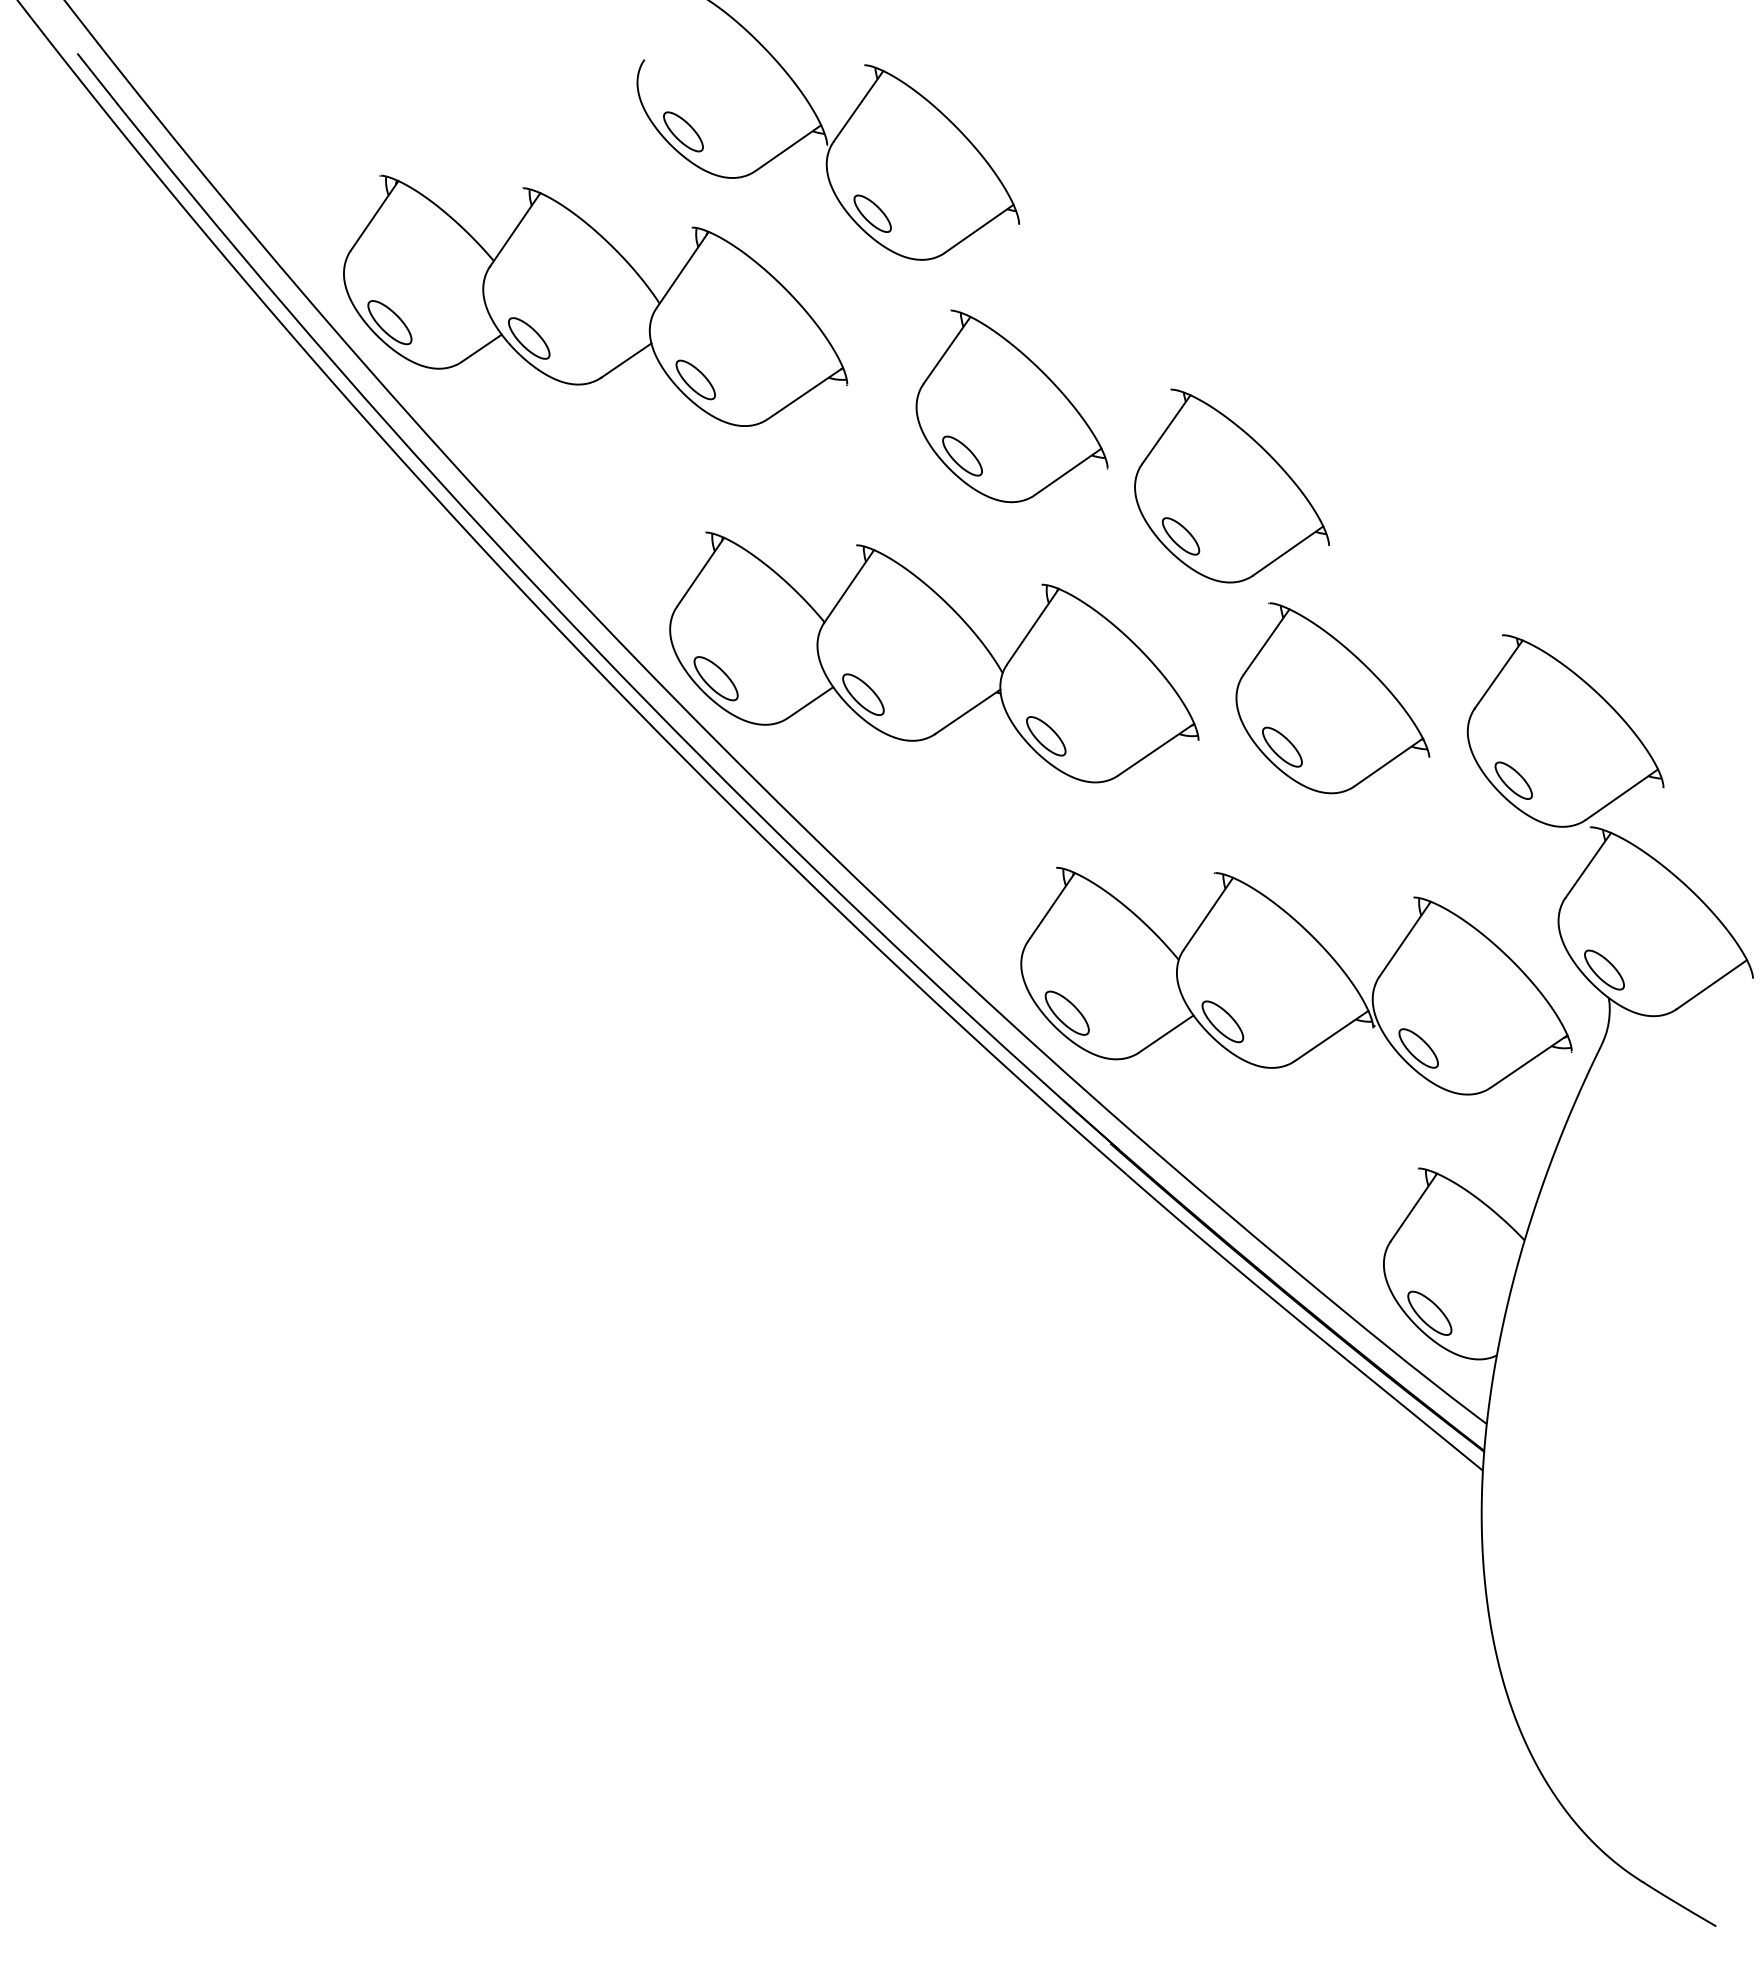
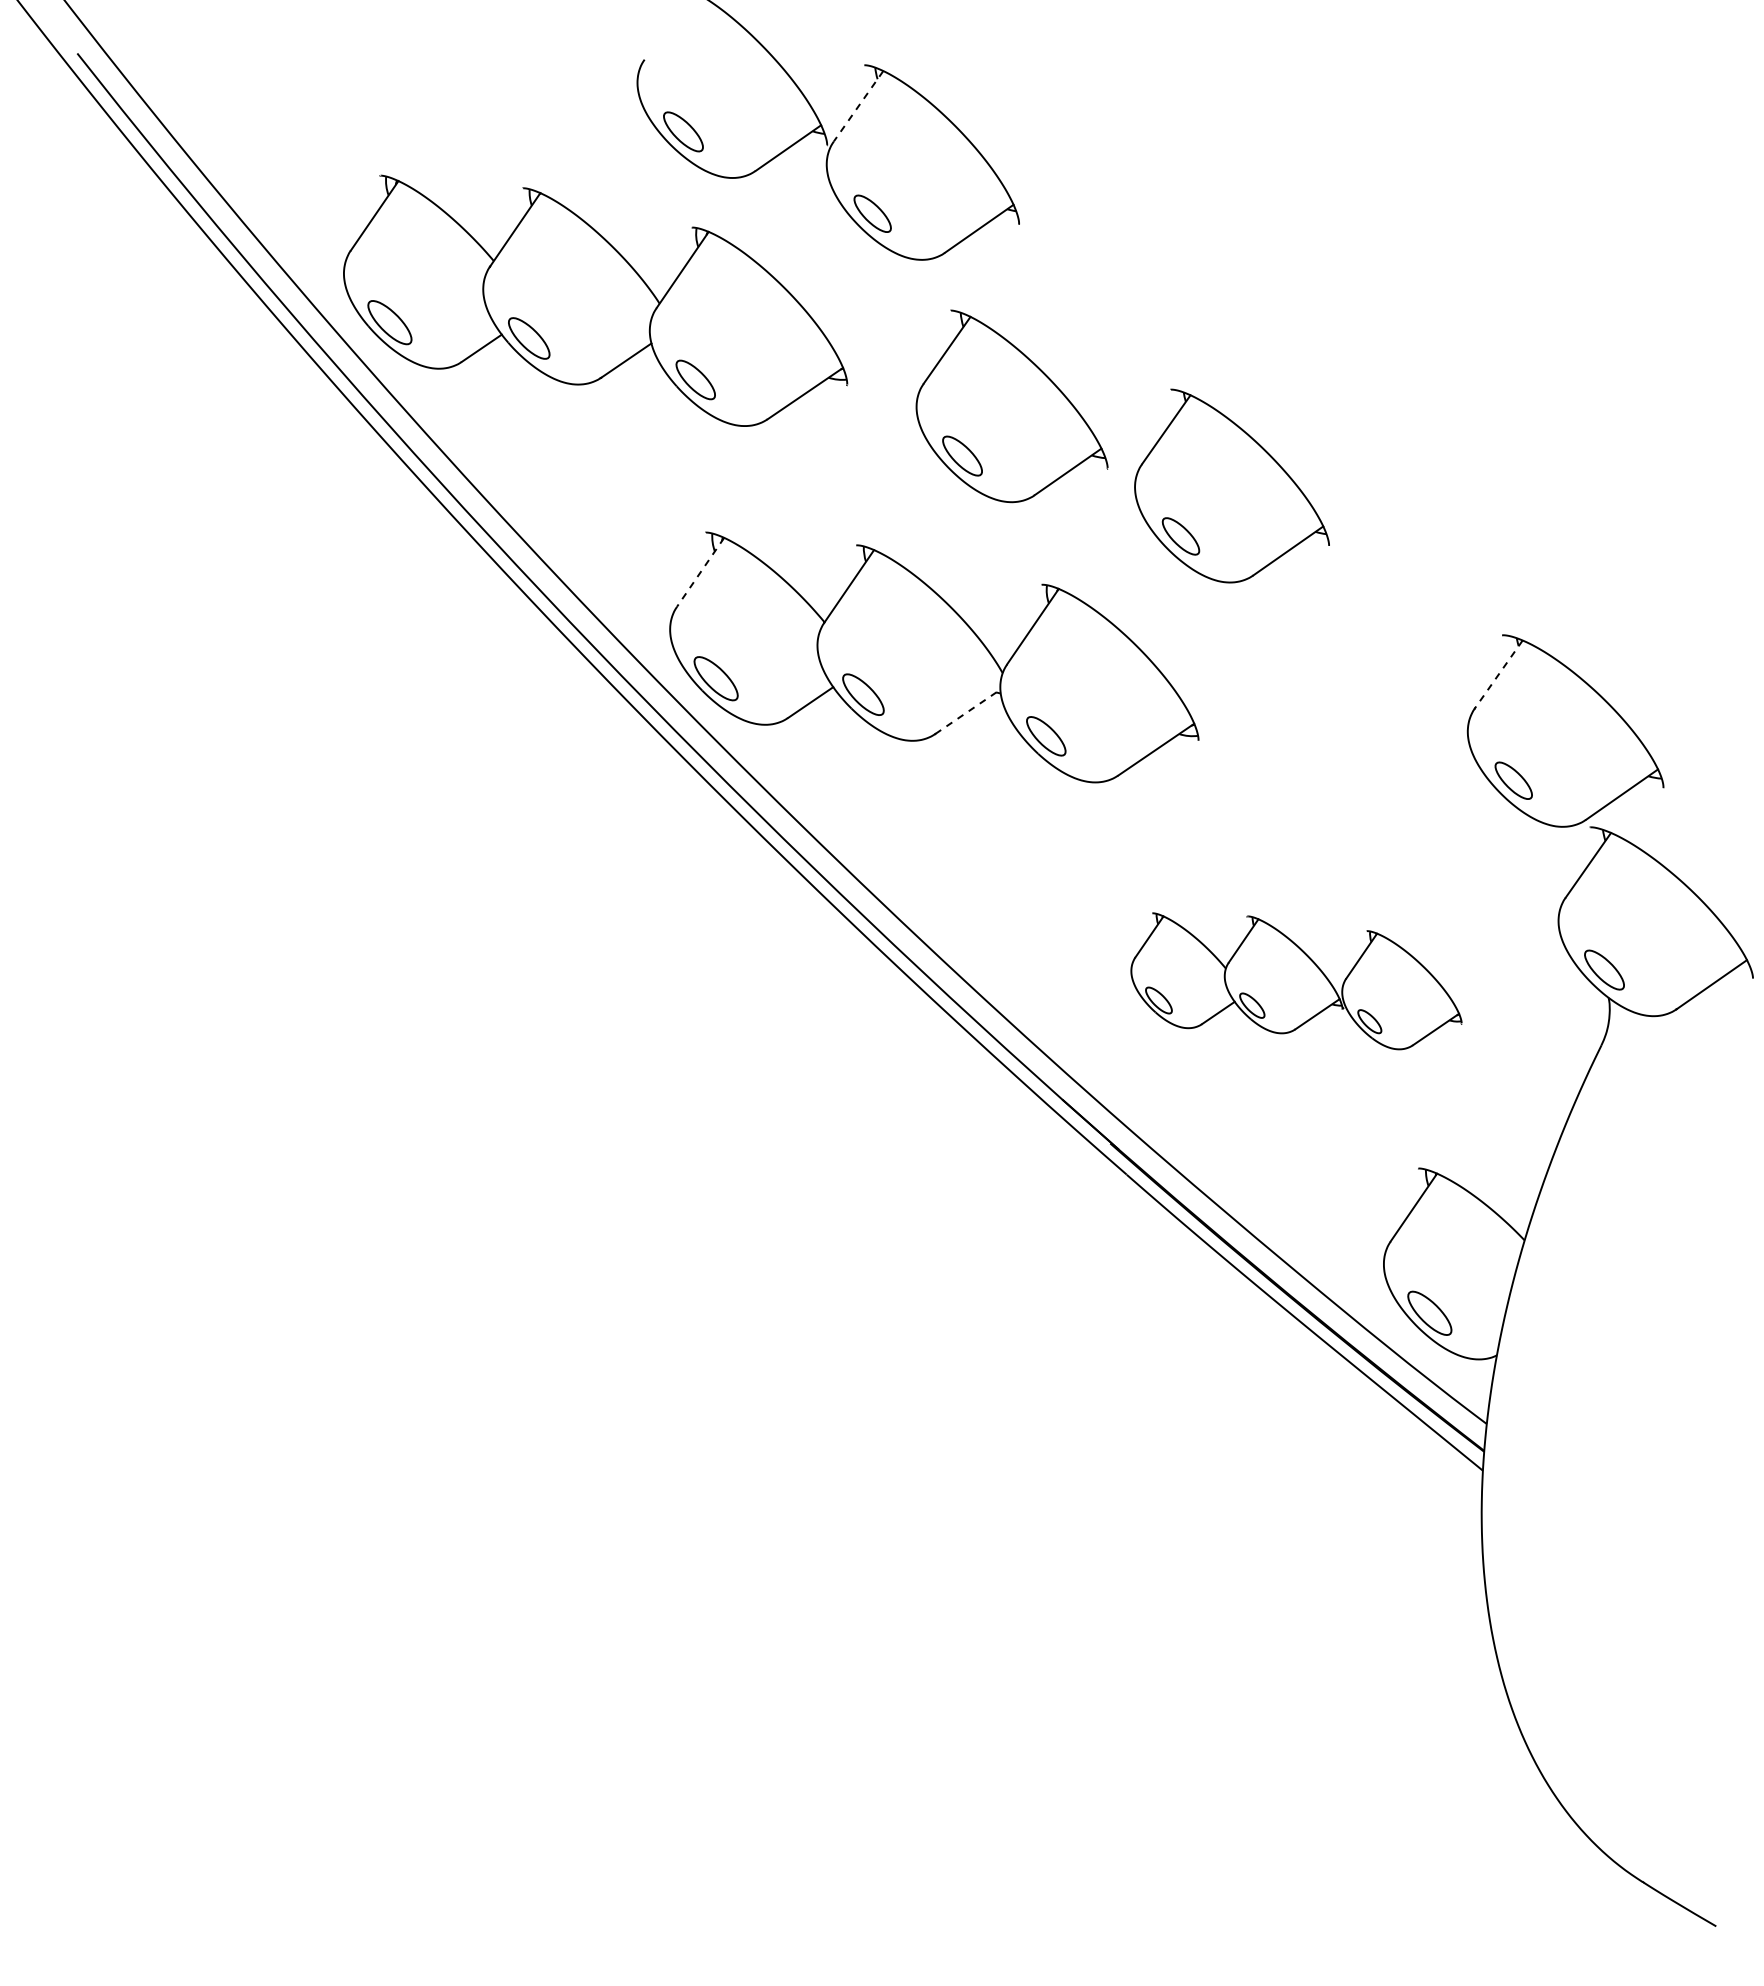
line at (858, 106): solid -> dashed
line at (700, 572): solid -> dashed
line at (1498, 674): solid -> dashed
part at (1332, 698): present -> none
line at (968, 711): solid -> dashed
part at (1296, 981) size: 553x229 px -> 333x139 px
